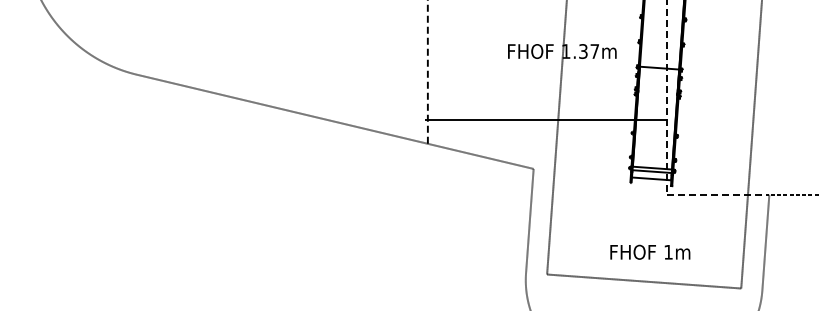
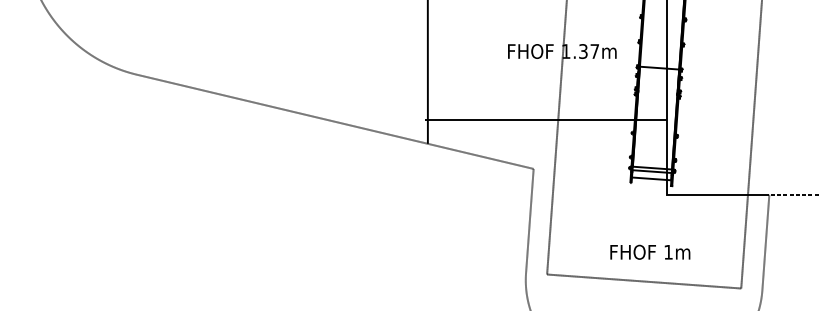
line at (427, 71): dashed -> solid
line at (666, 149): dashed -> solid
